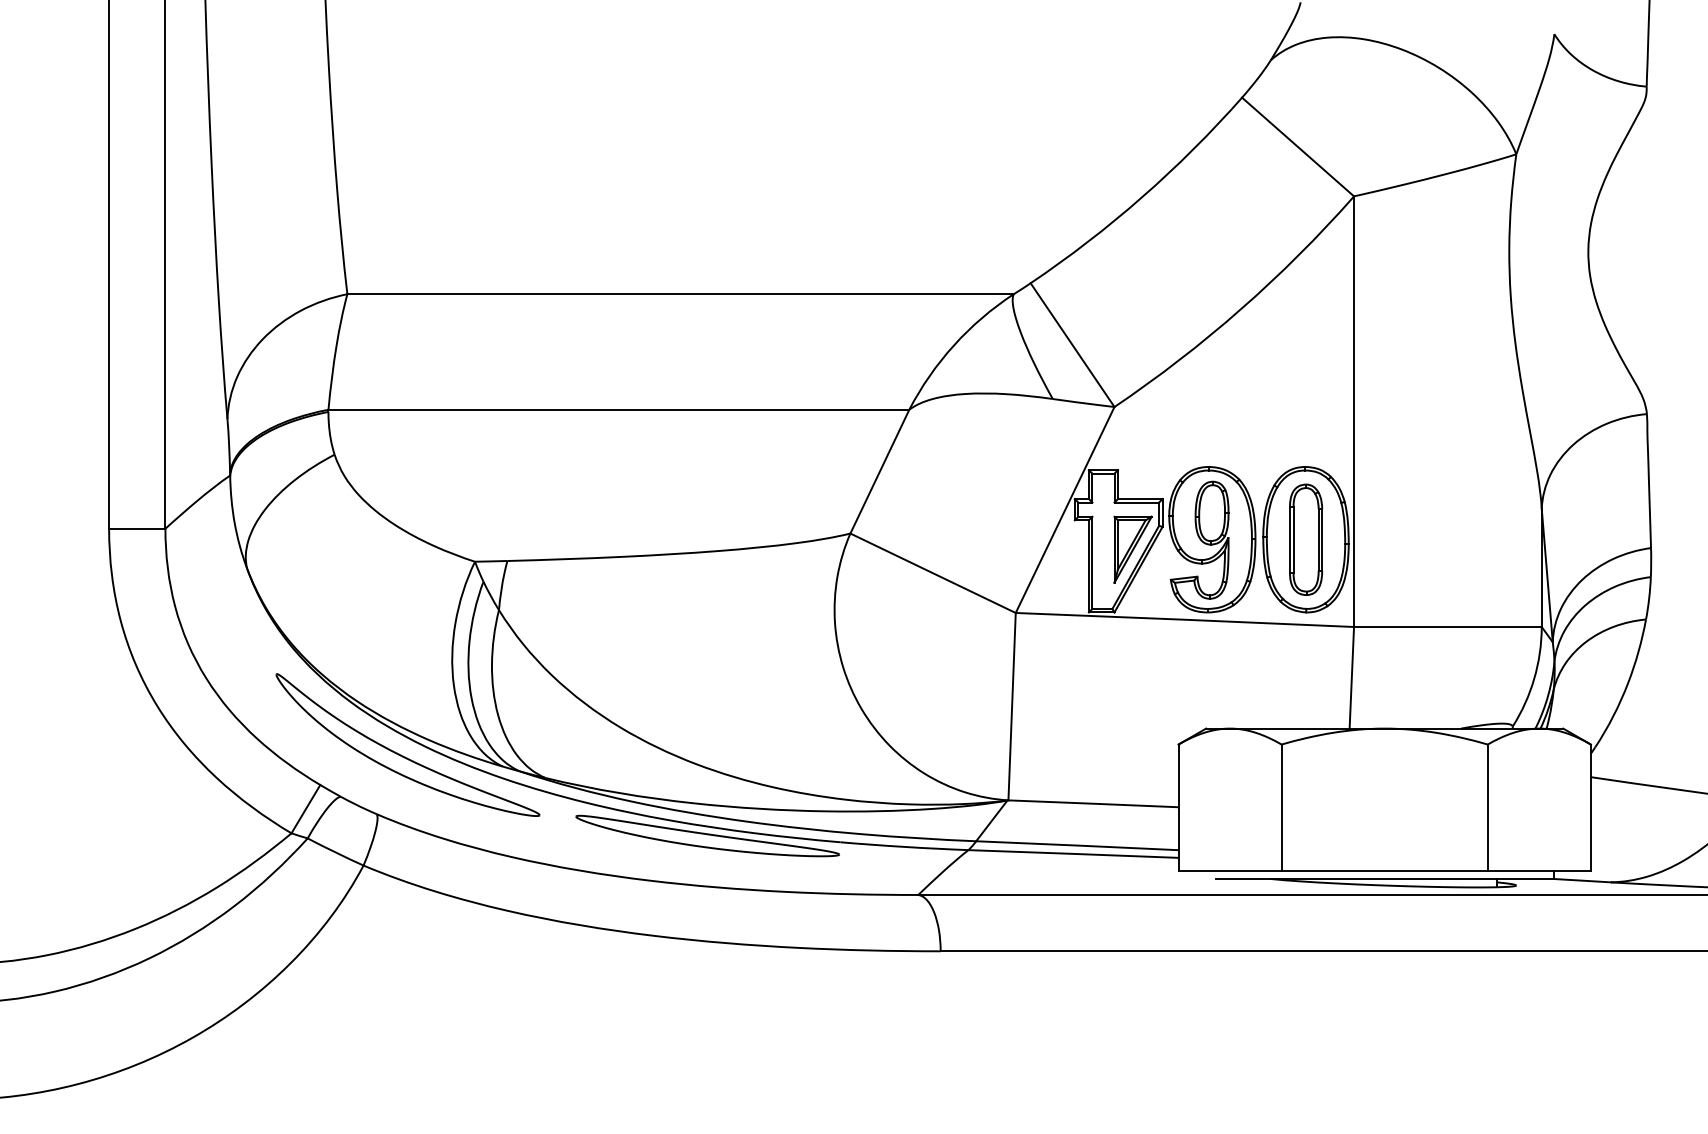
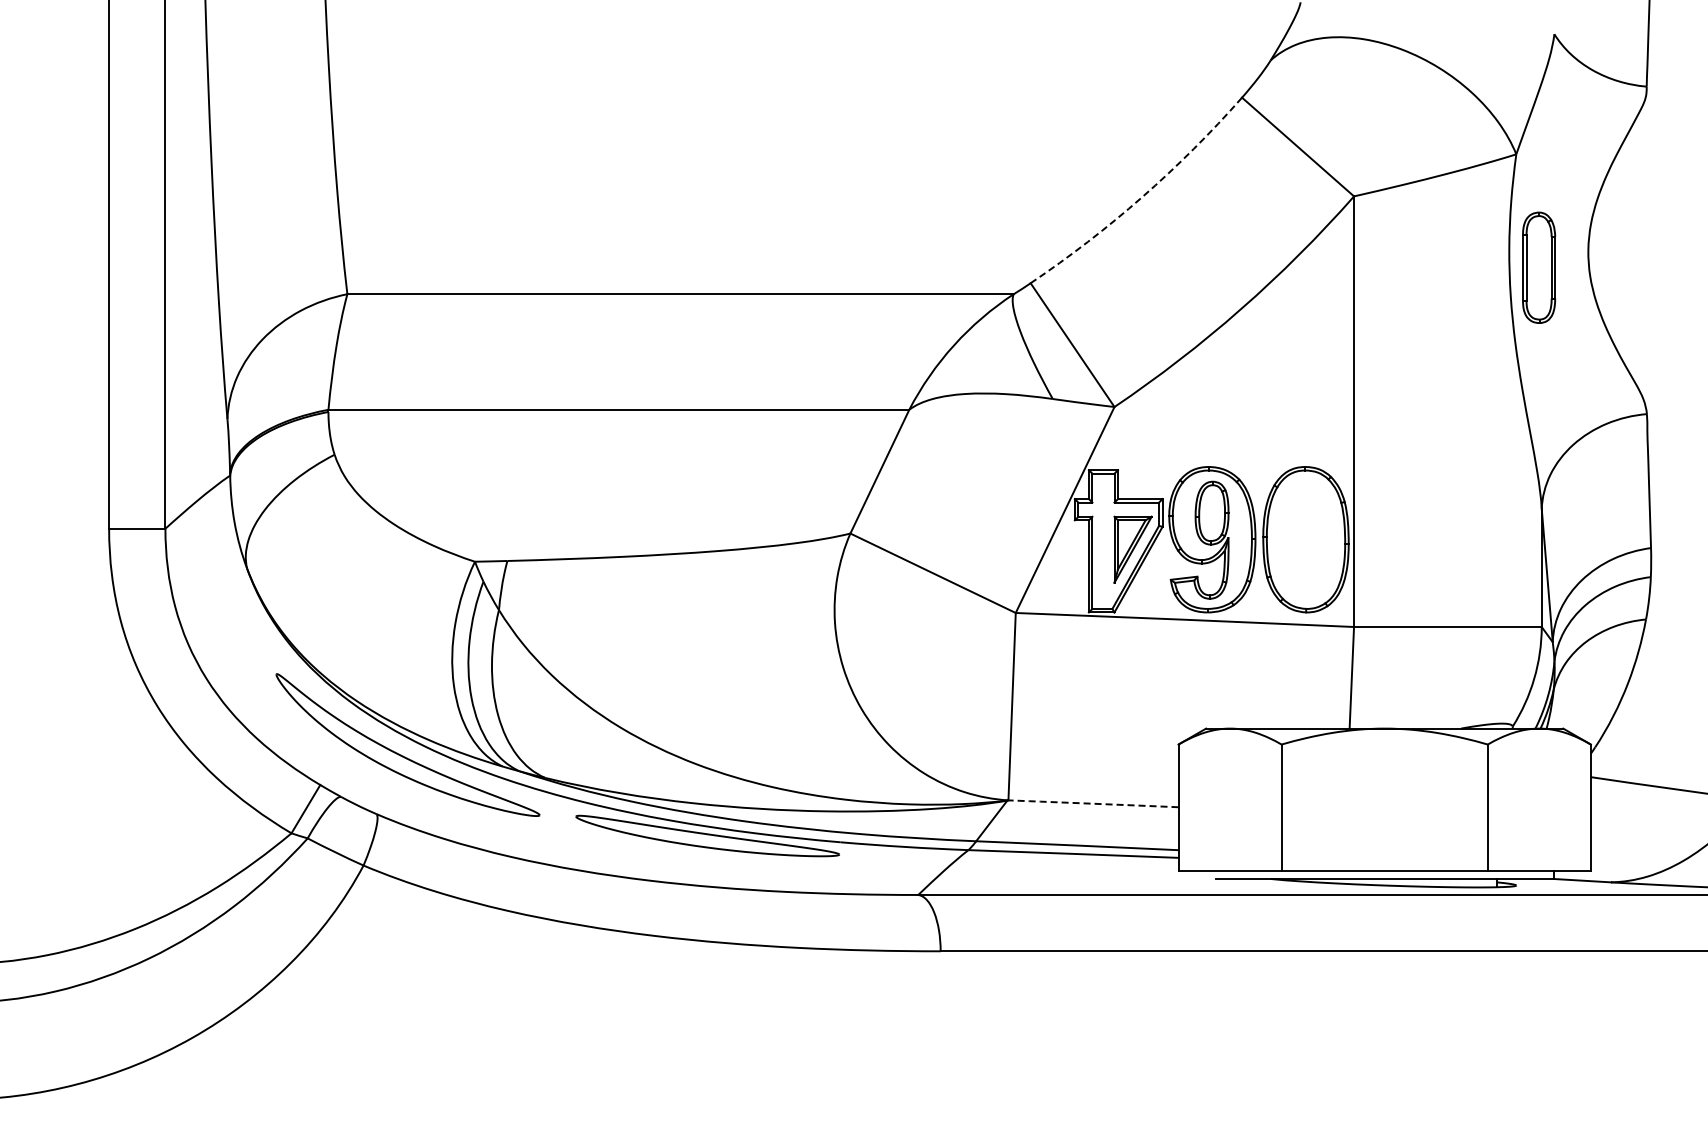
arc at (1142, 197): solid -> dashed
part at (1306, 539) position: (1306, 539) -> (1539, 267)
arc at (1093, 803): solid -> dashed
